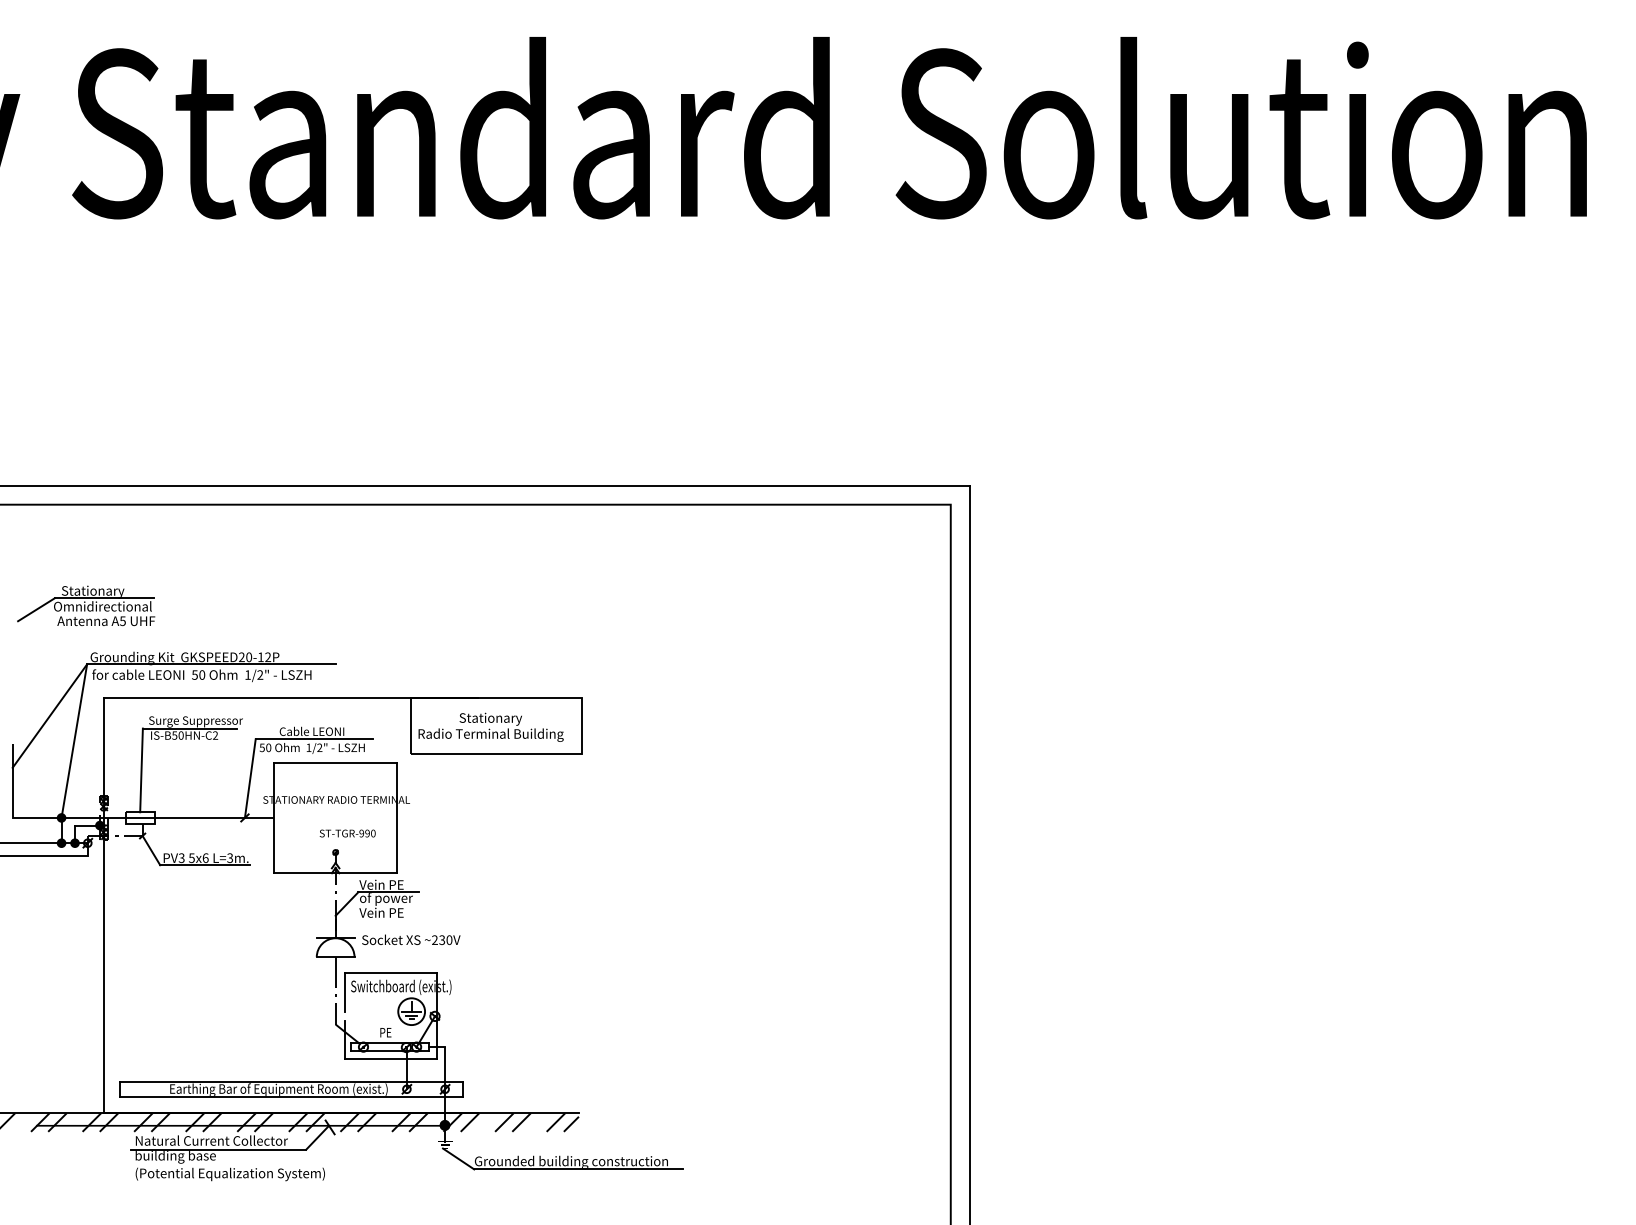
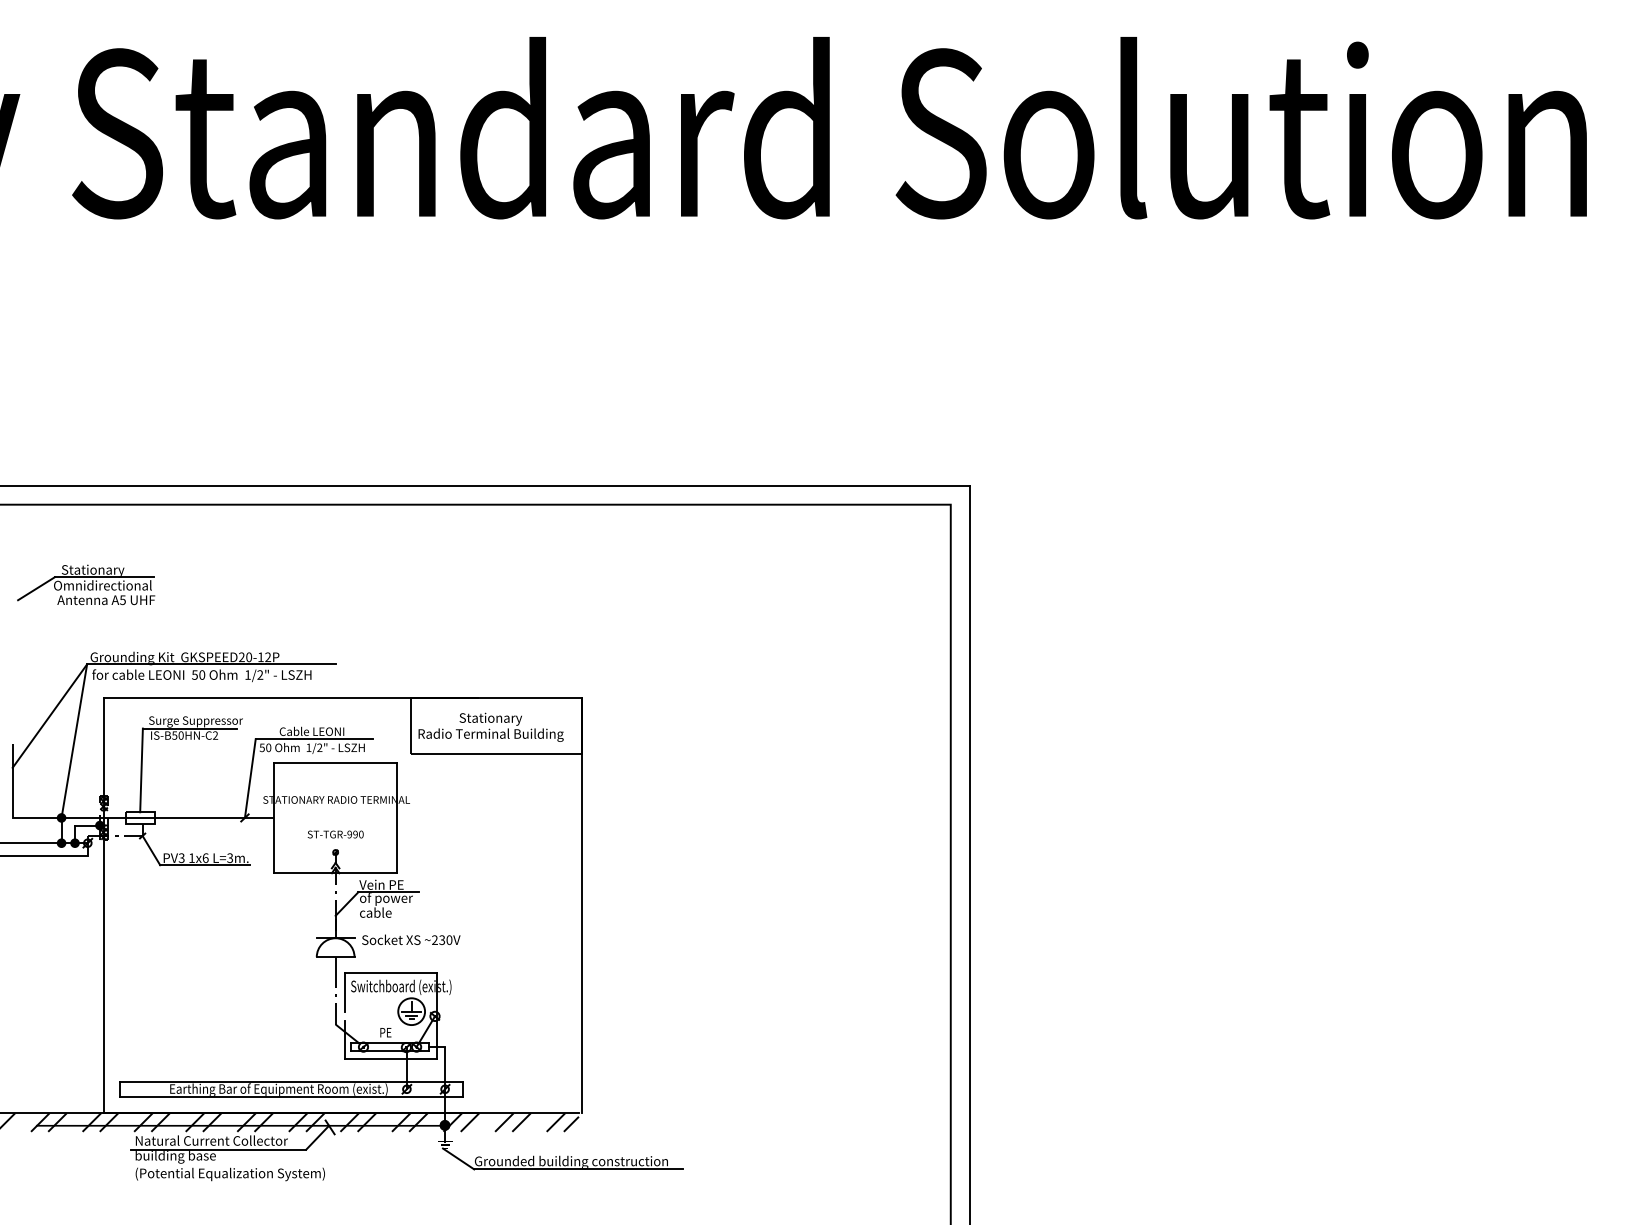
part at (86, 605) position: (86, 605) -> (86, 584)
text at (347, 833) position: (347, 833) -> (335, 834)
text at (191, 858): 5x6 -> 1x6
line at (581, 905): none -> present
text at (381, 912): Vein PE -> cable
